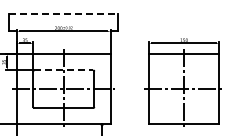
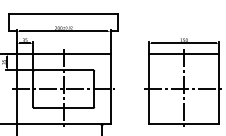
line at (63, 13): dashed -> solid
line at (63, 70): dashed -> solid
